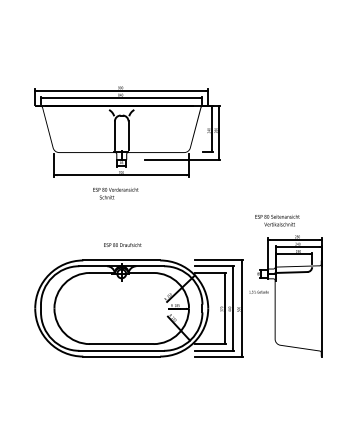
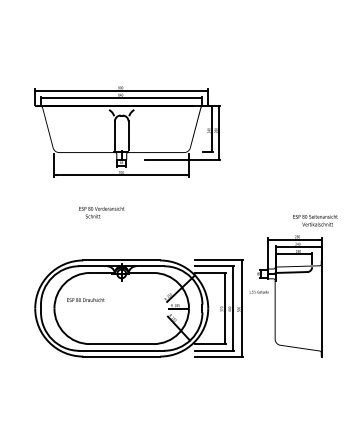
text at (115, 193) position: (115, 193) -> (101, 212)
text at (277, 220) position: (277, 220) -> (315, 220)
text at (122, 244) position: (122, 244) -> (85, 299)
